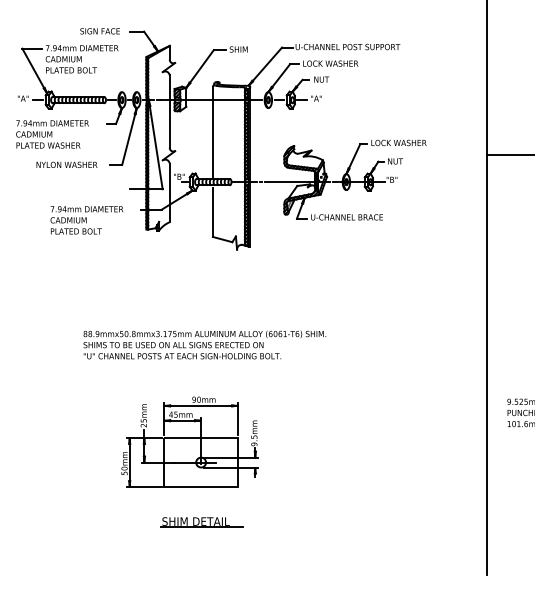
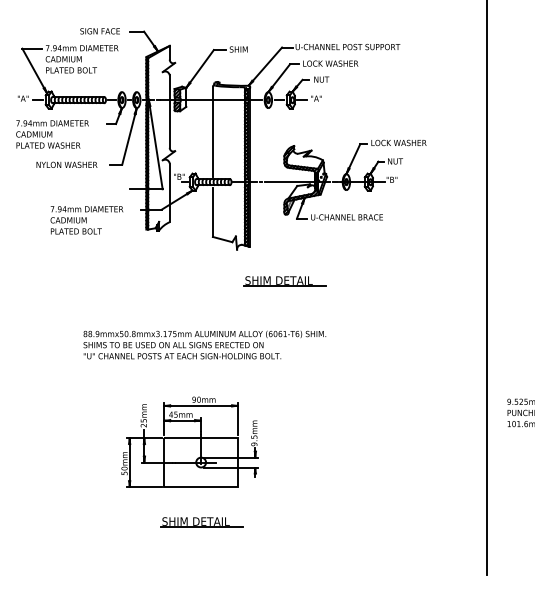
line at (509, 154): present -> none
part at (284, 281): none -> present
